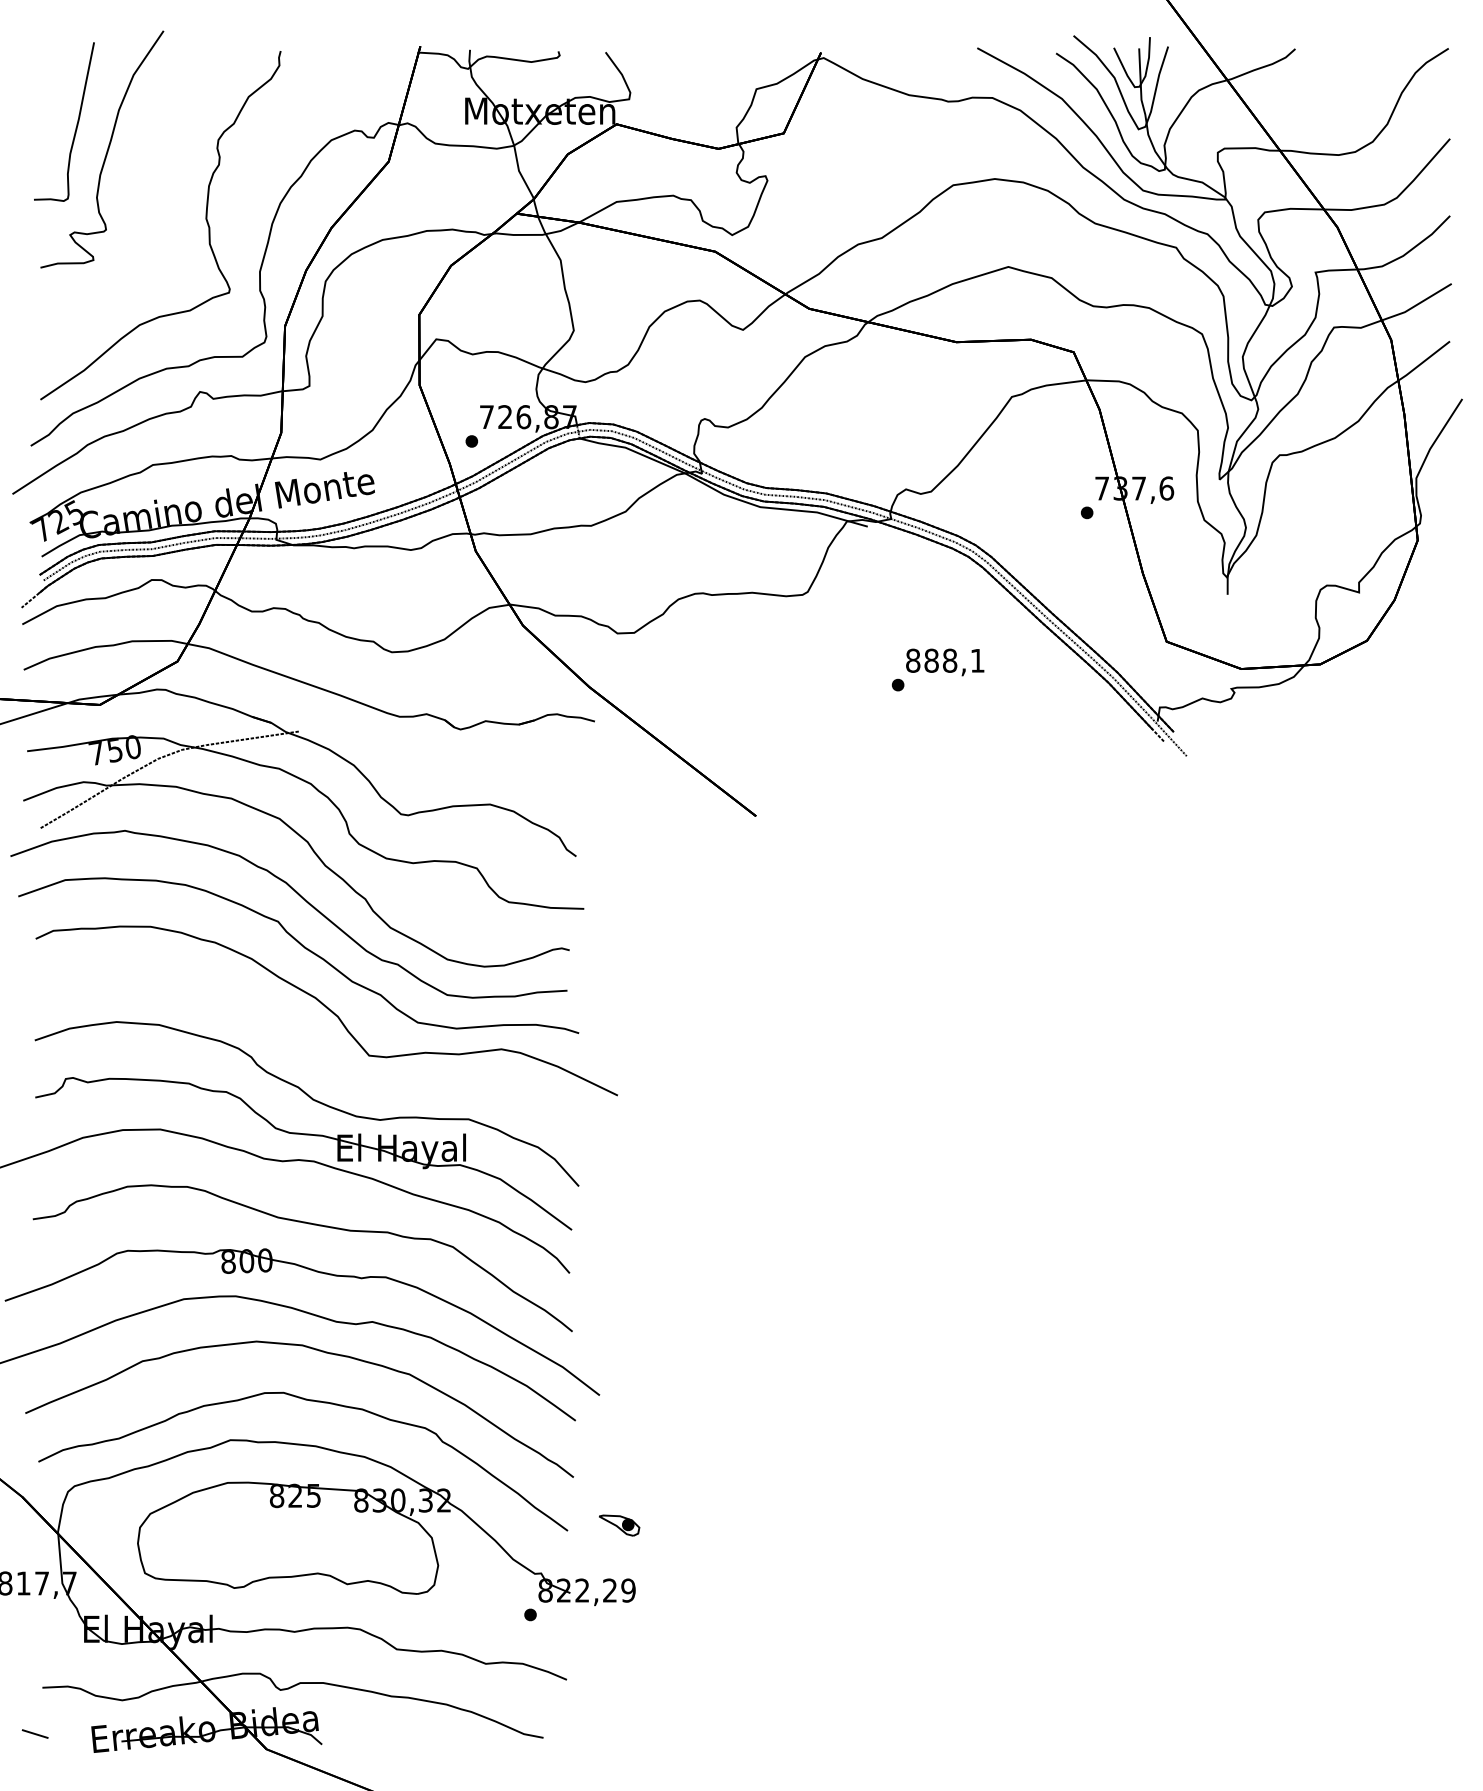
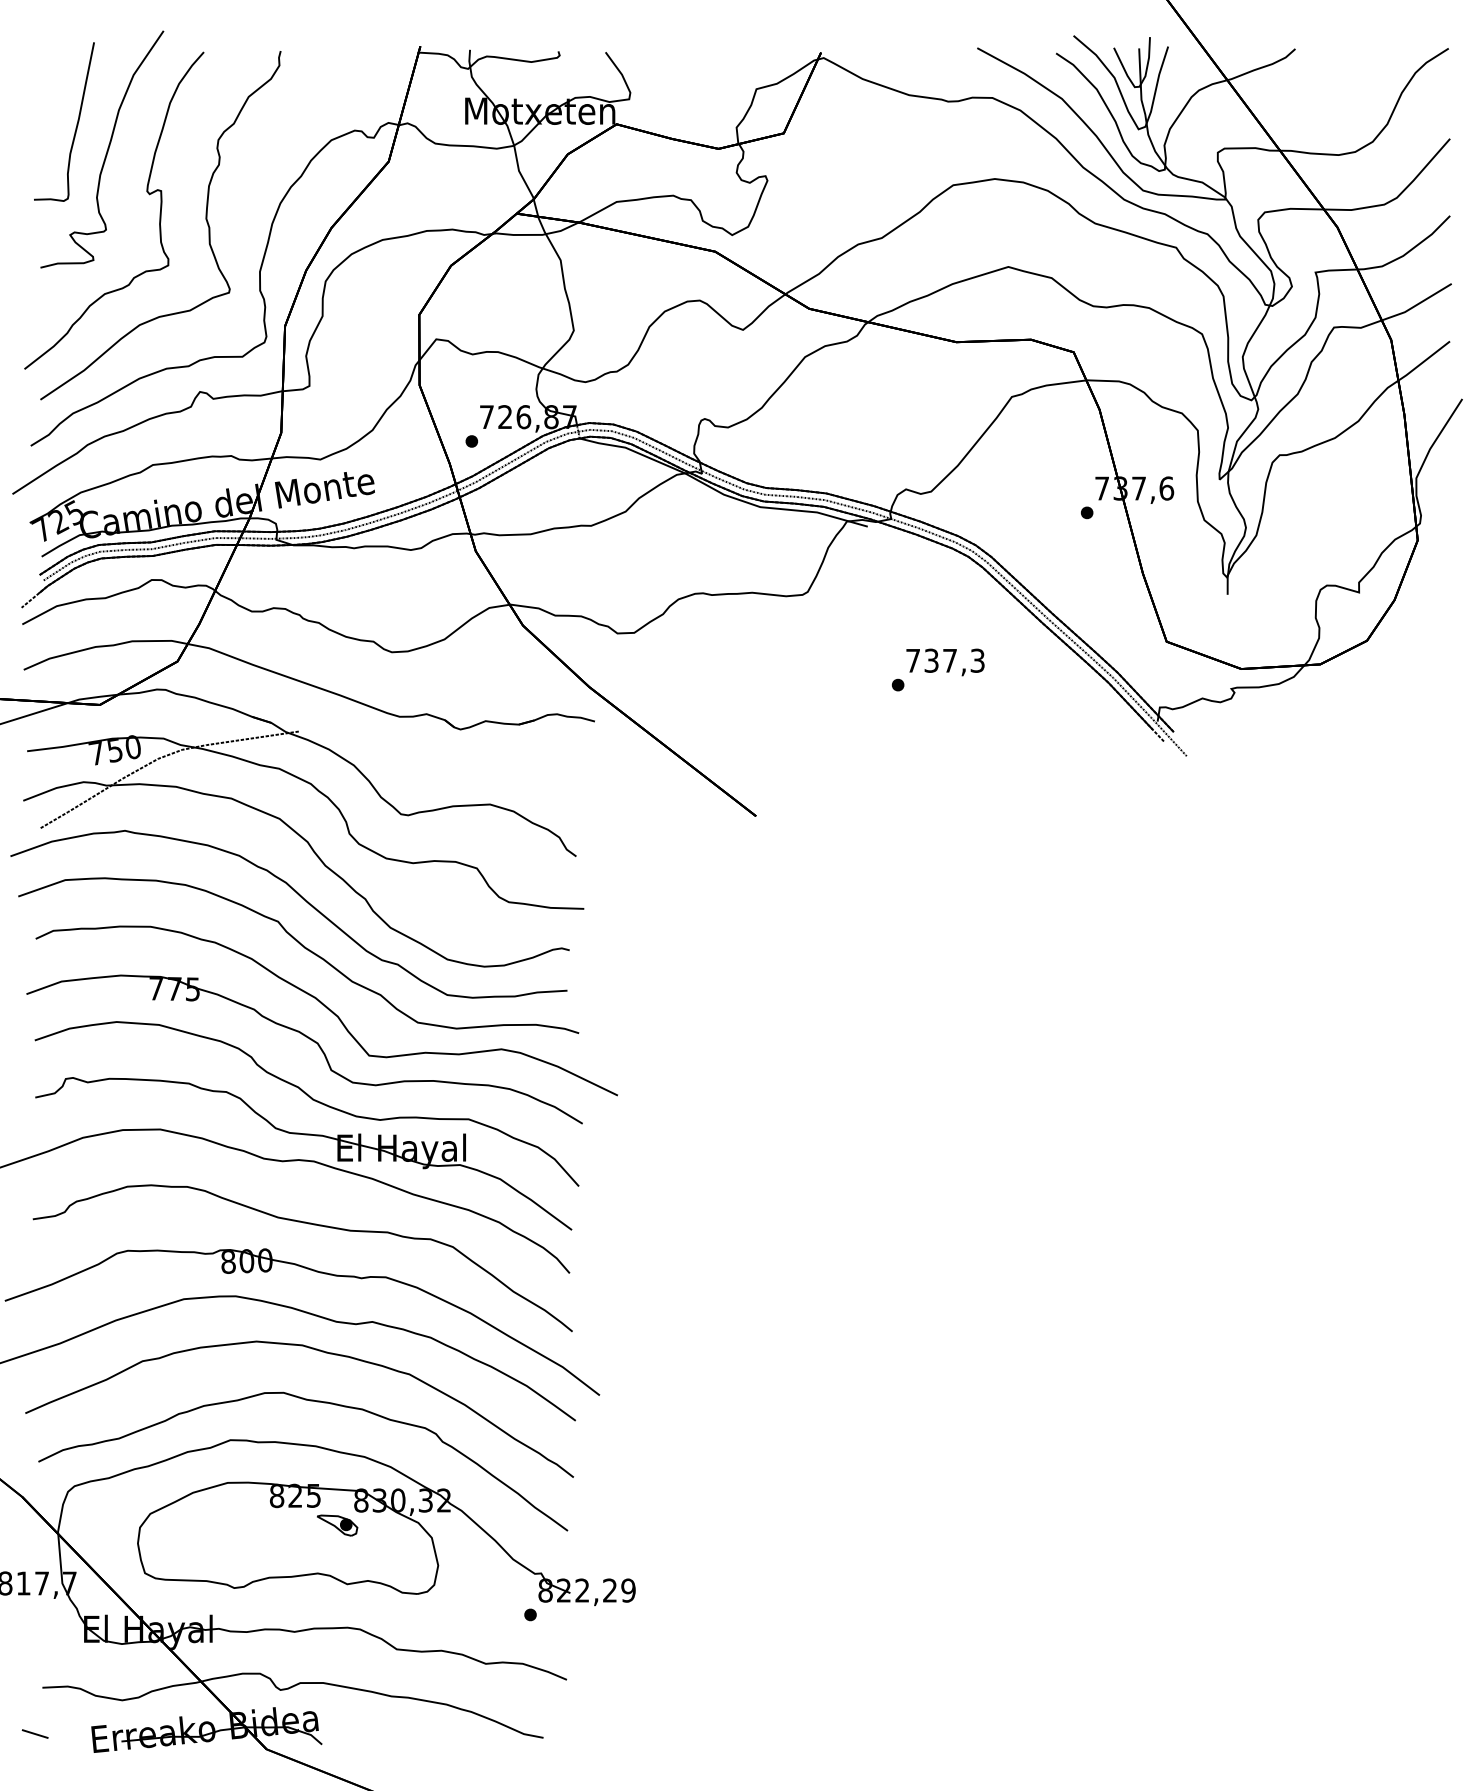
curve at (147, 193): none -> present
text at (945, 660): 888,1 -> 737,3
part at (310, 1040): none -> present
part at (619, 1525) position: (619, 1525) -> (337, 1525)
